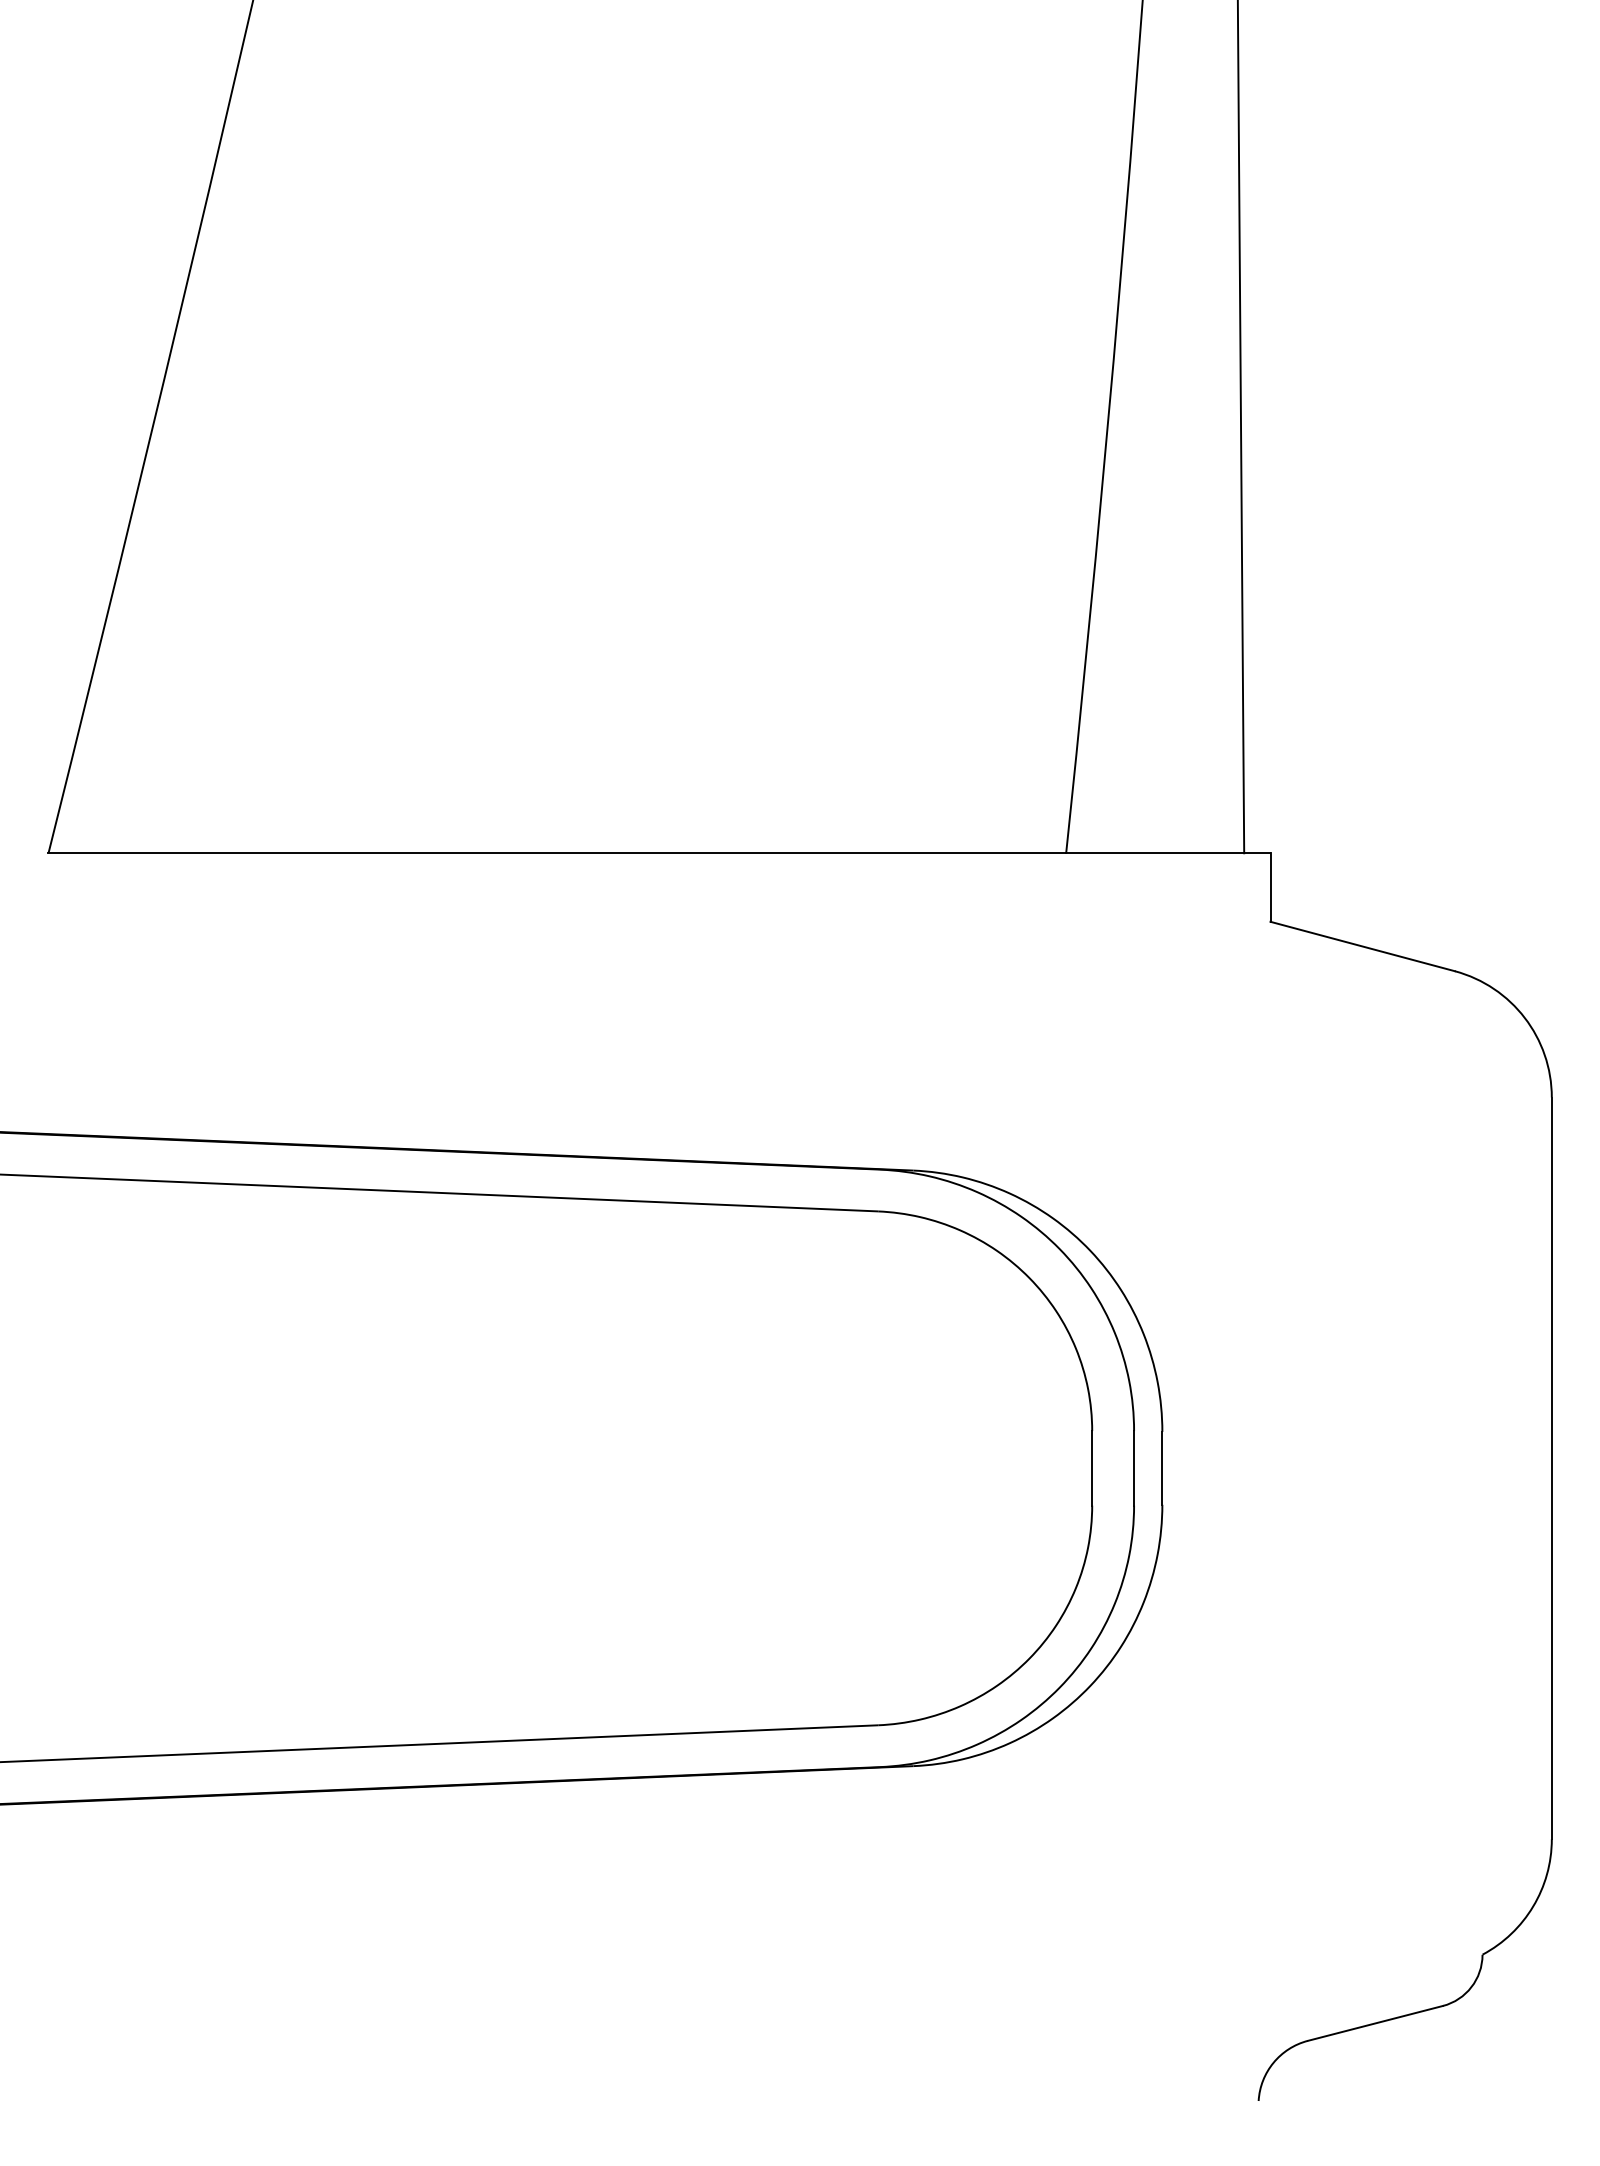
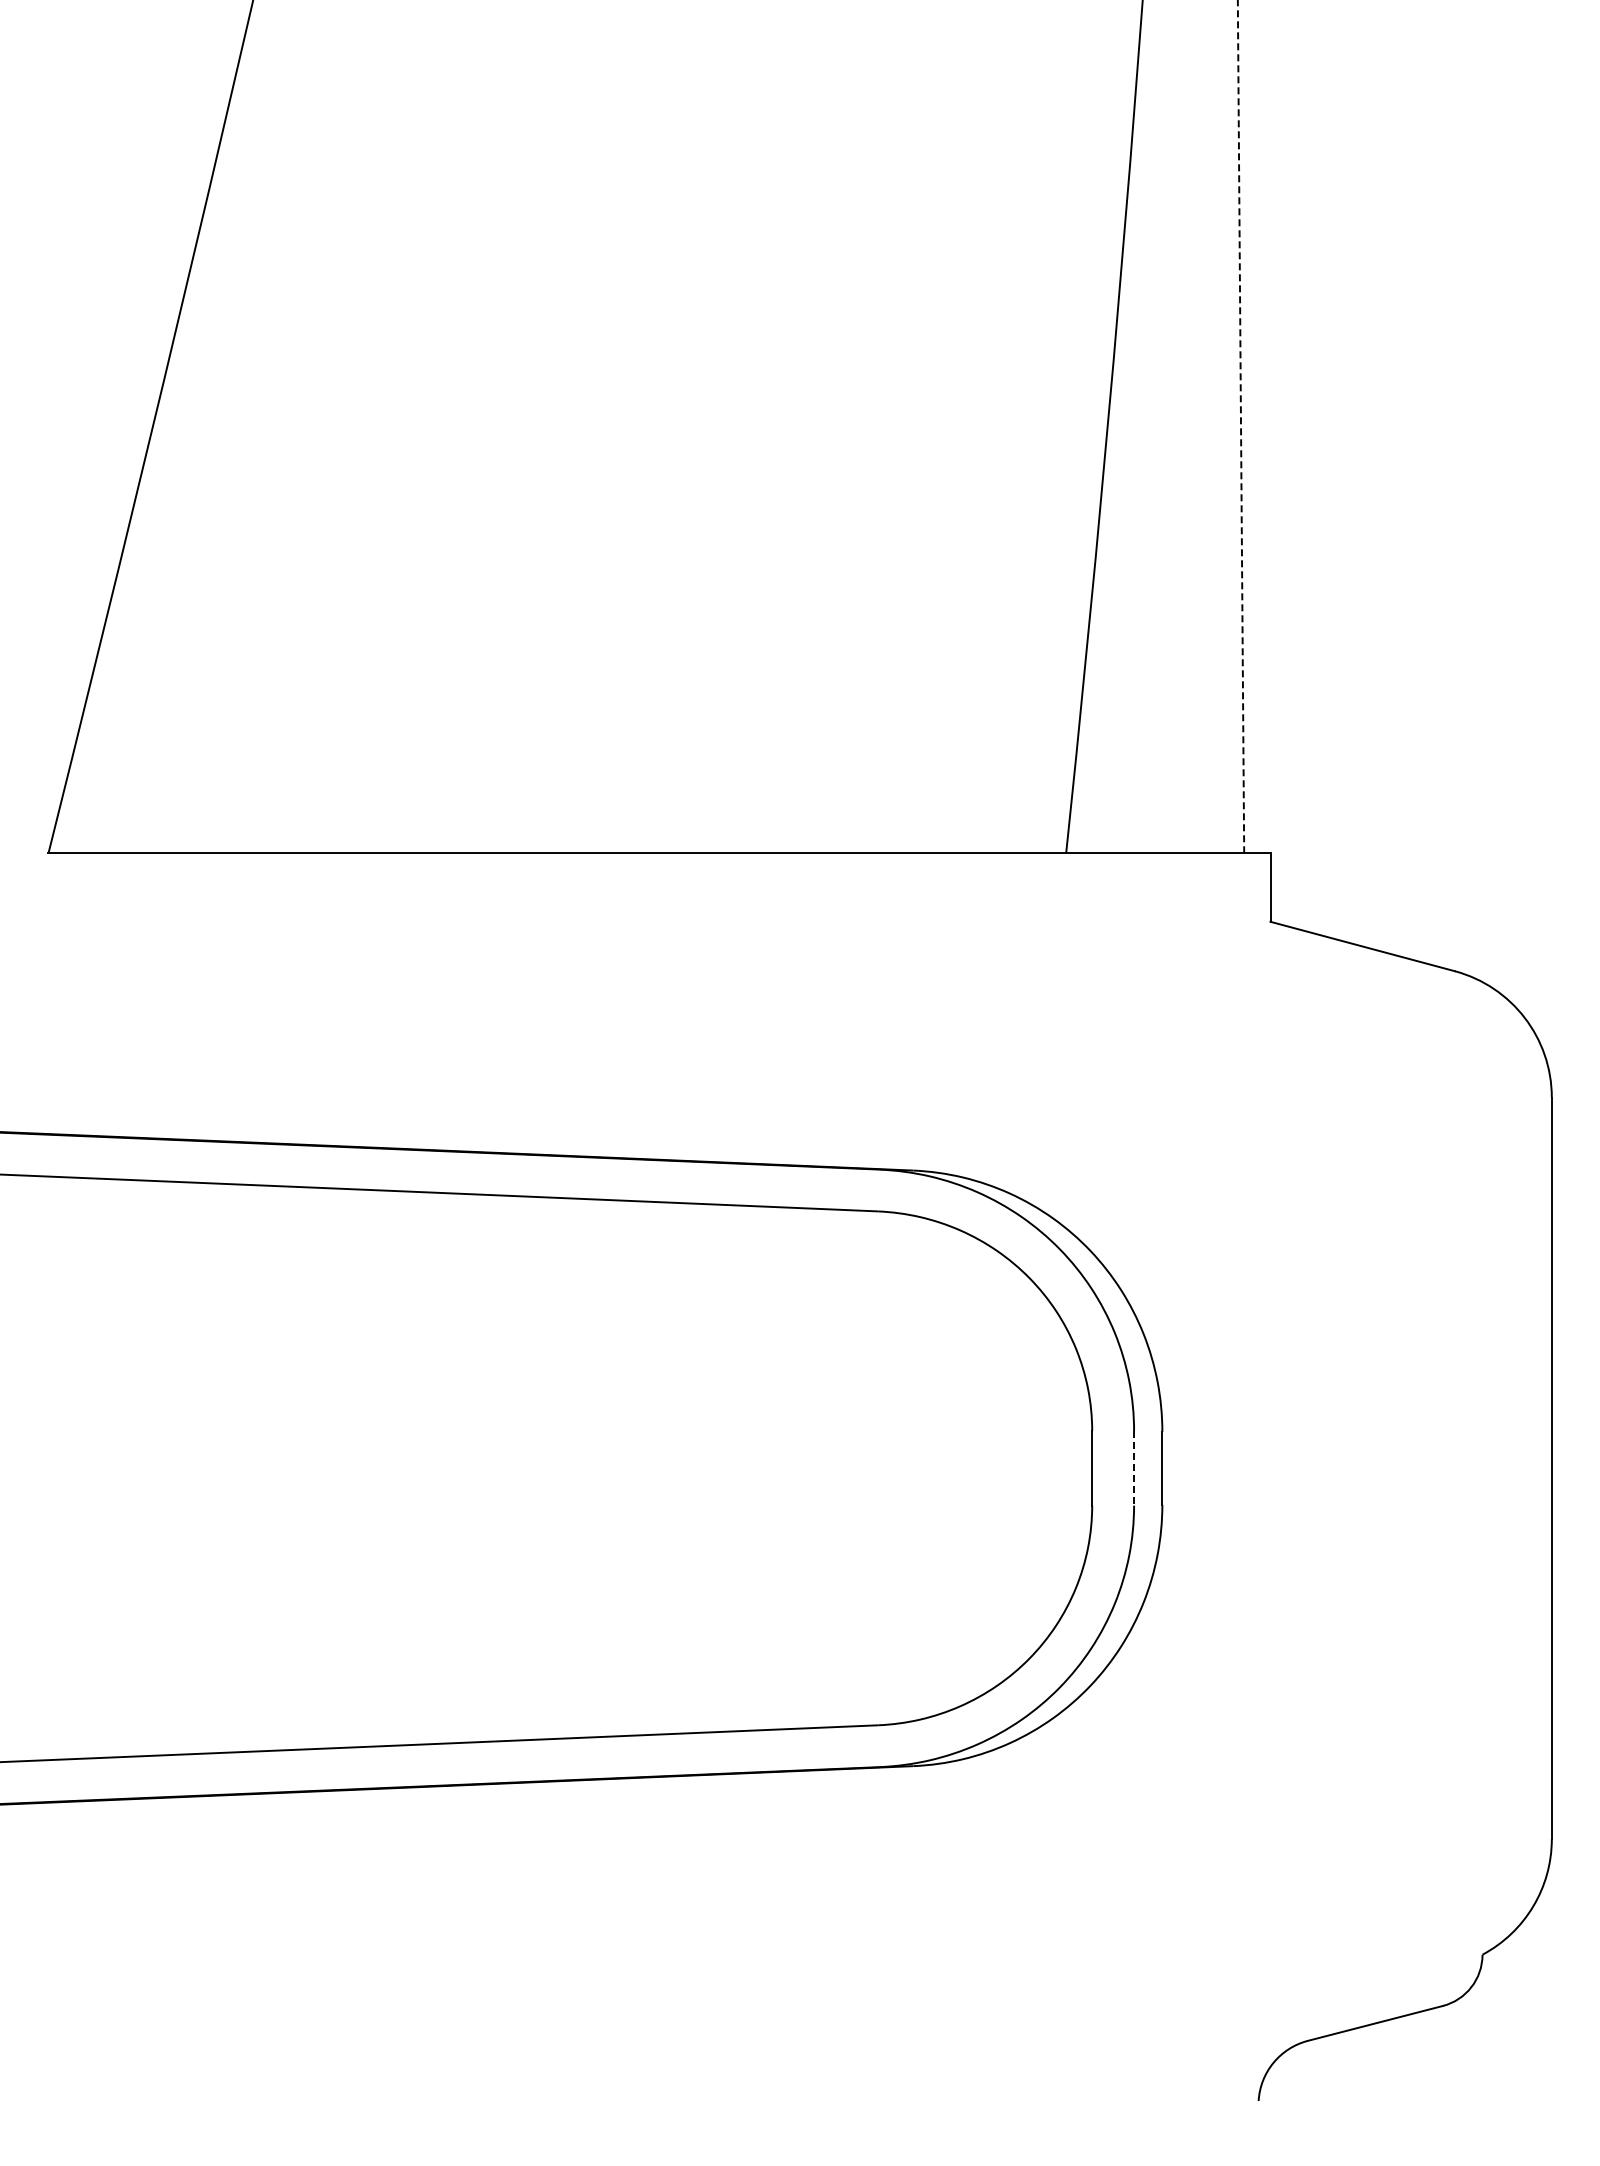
line at (1241, 426): solid -> dashed
line at (1134, 1468): solid -> dashed
